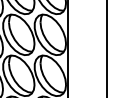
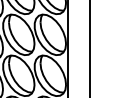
line at (107, 48) position: (107, 48) -> (90, 48)
